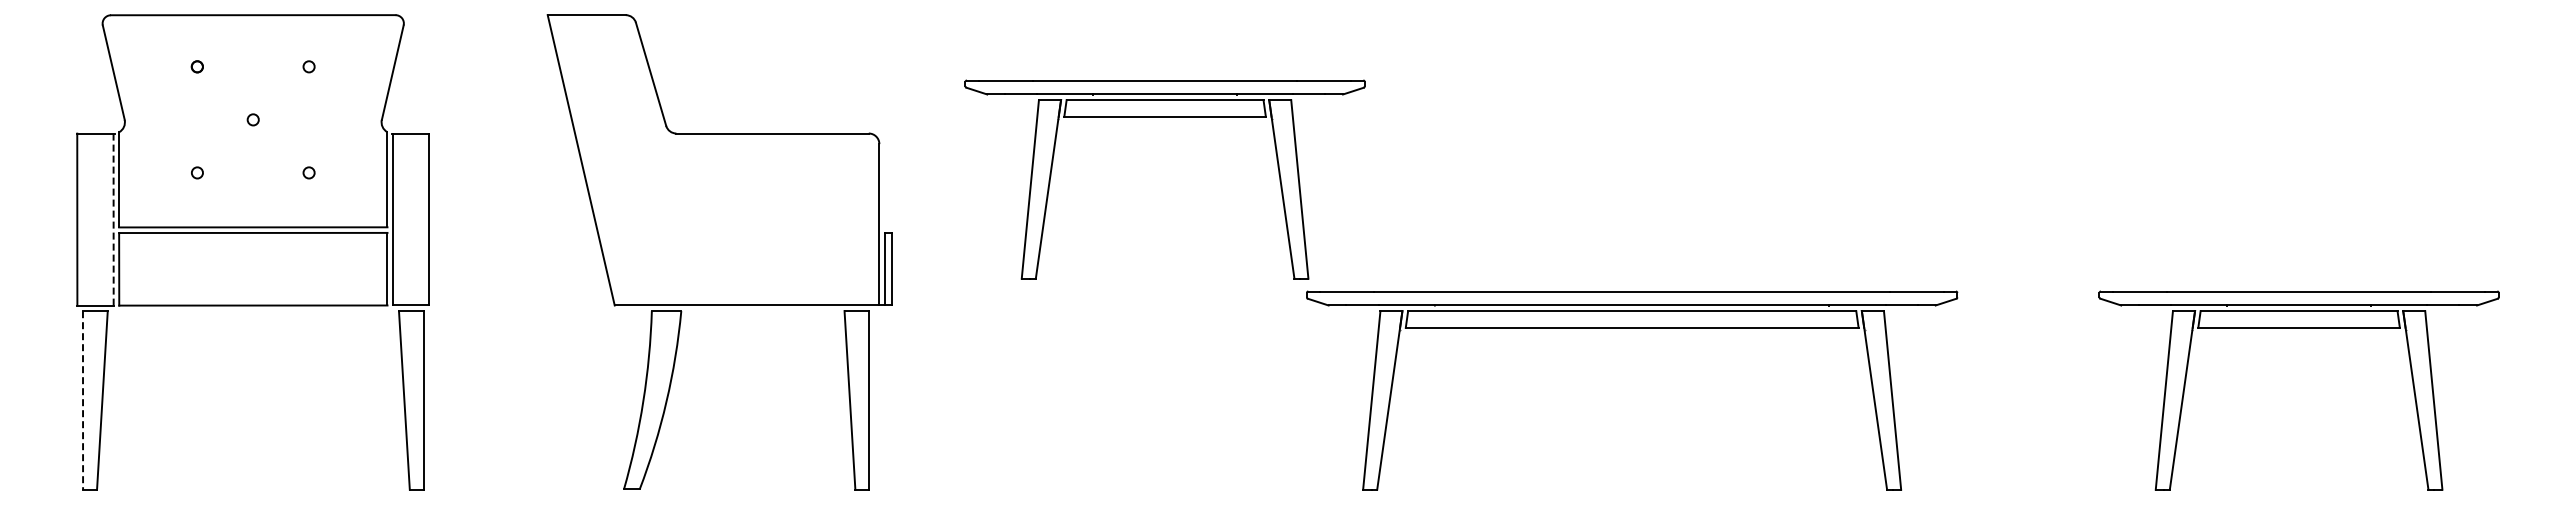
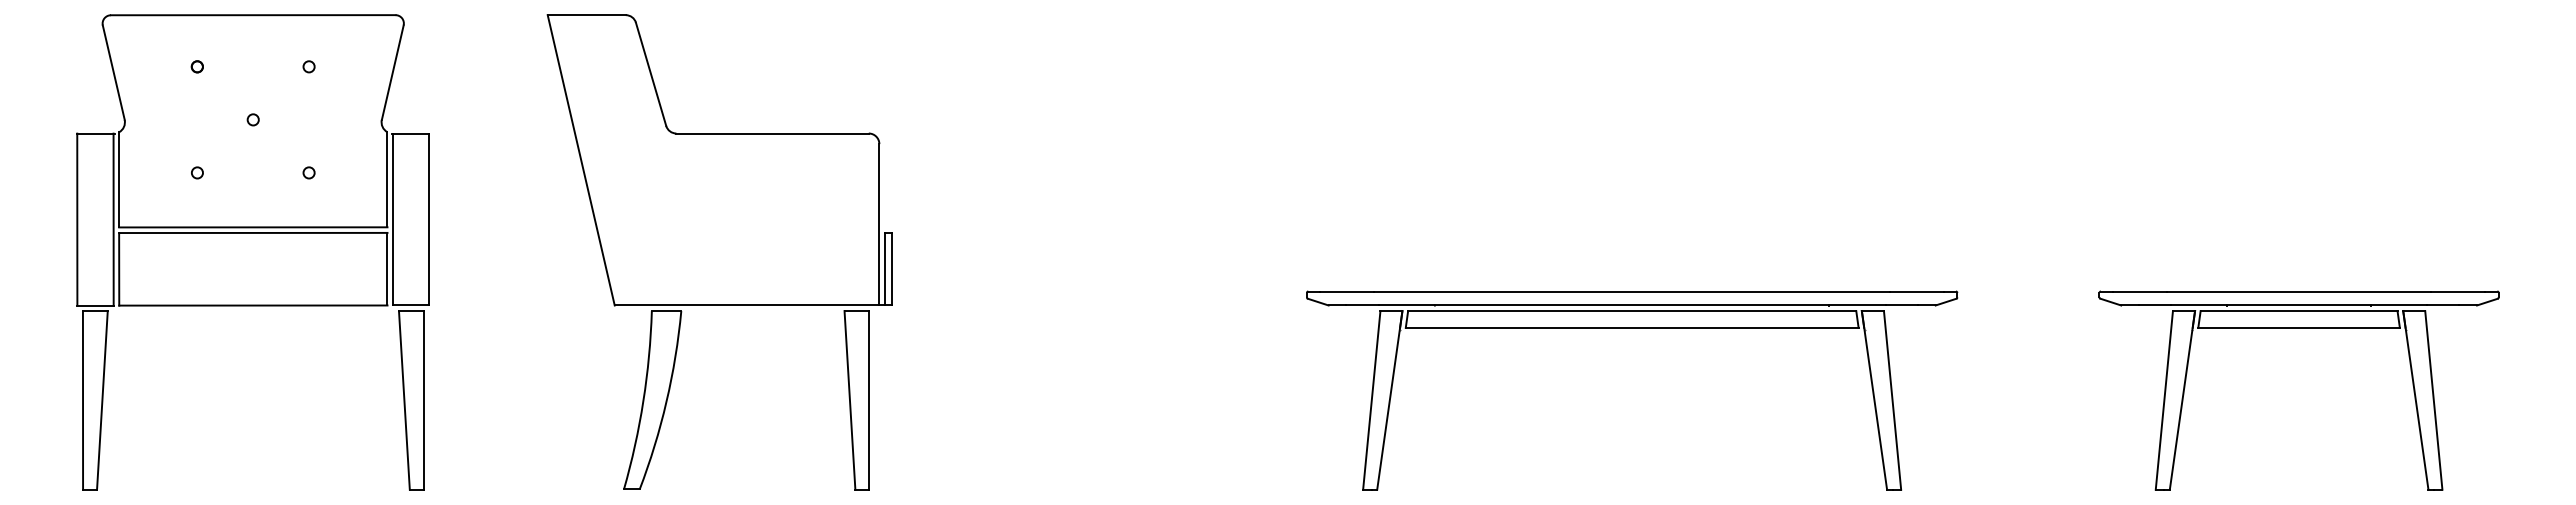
part at (1164, 117): present -> none
line at (113, 219): dashed -> solid
line at (83, 401): dashed -> solid
